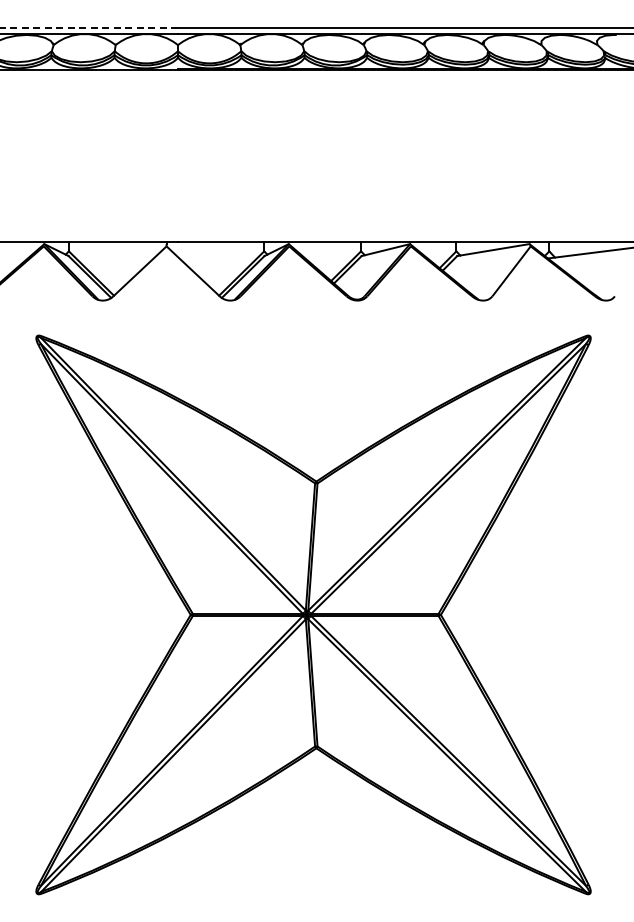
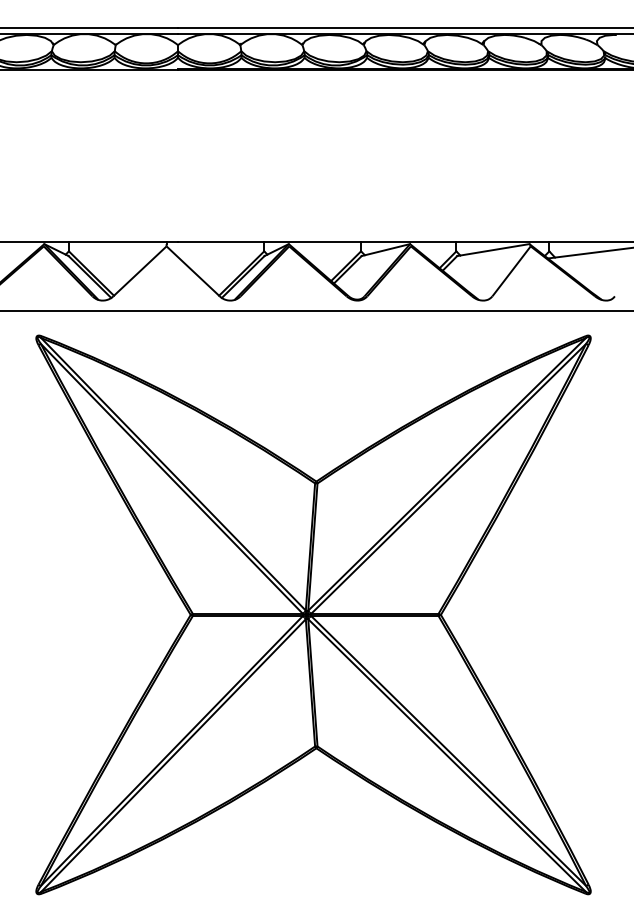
line at (89, 27): dashed -> solid
line at (316, 311): none -> present
